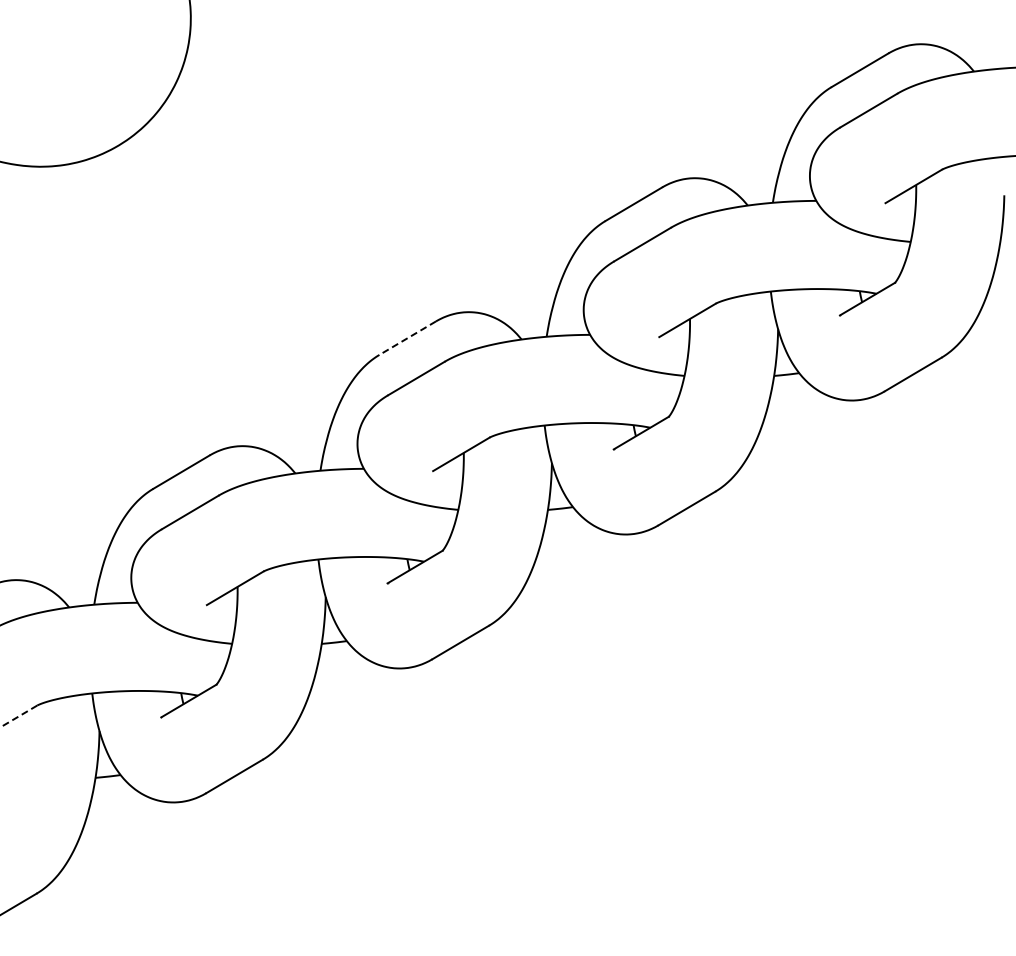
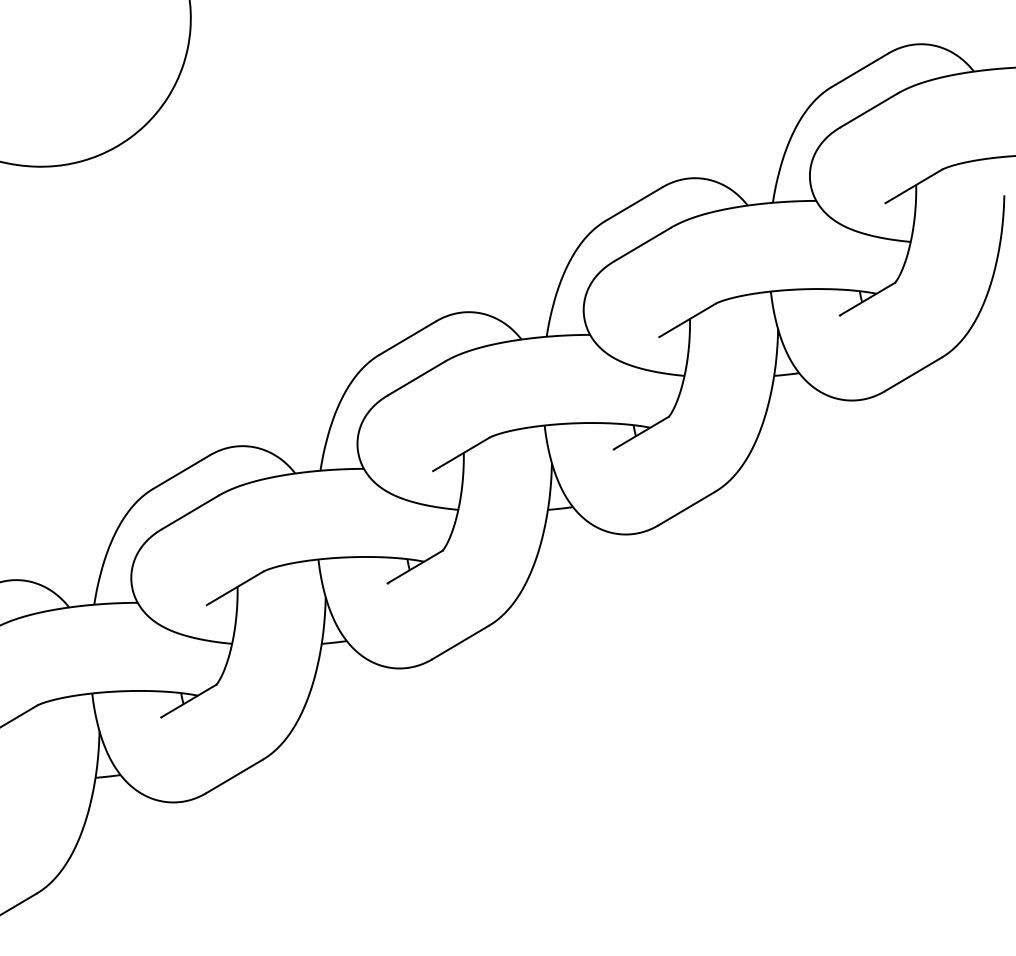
line at (407, 338): dashed -> solid
line at (18, 716): dashed -> solid
